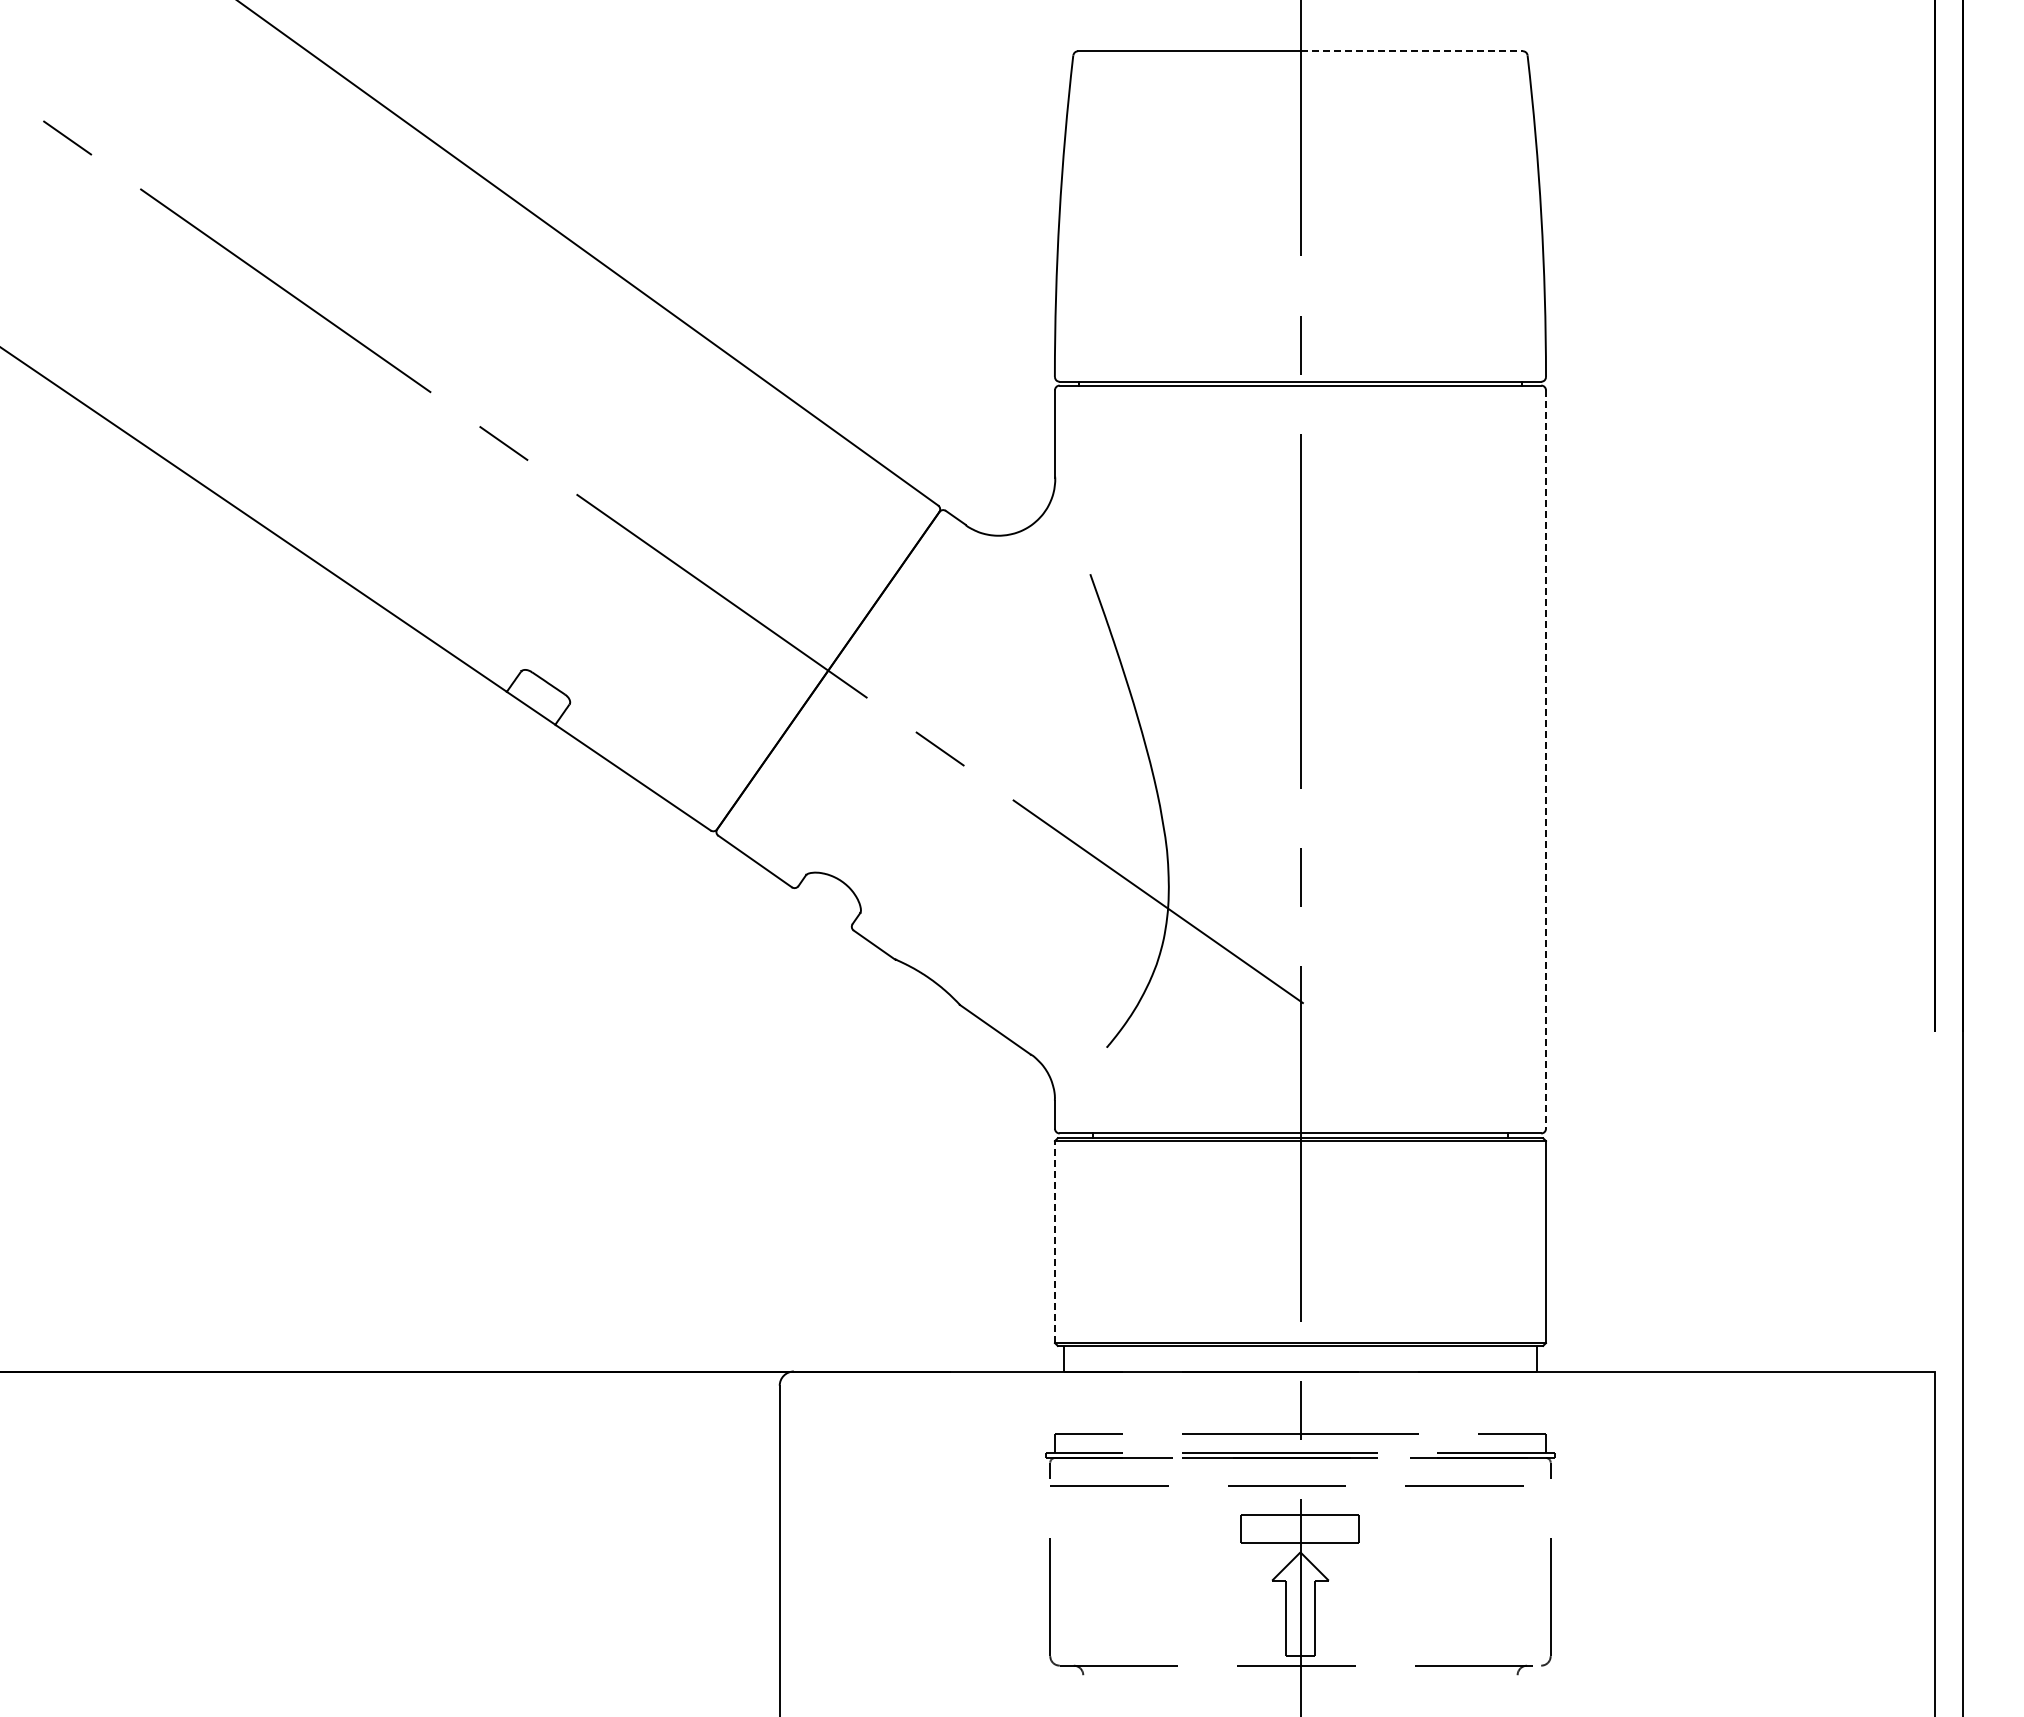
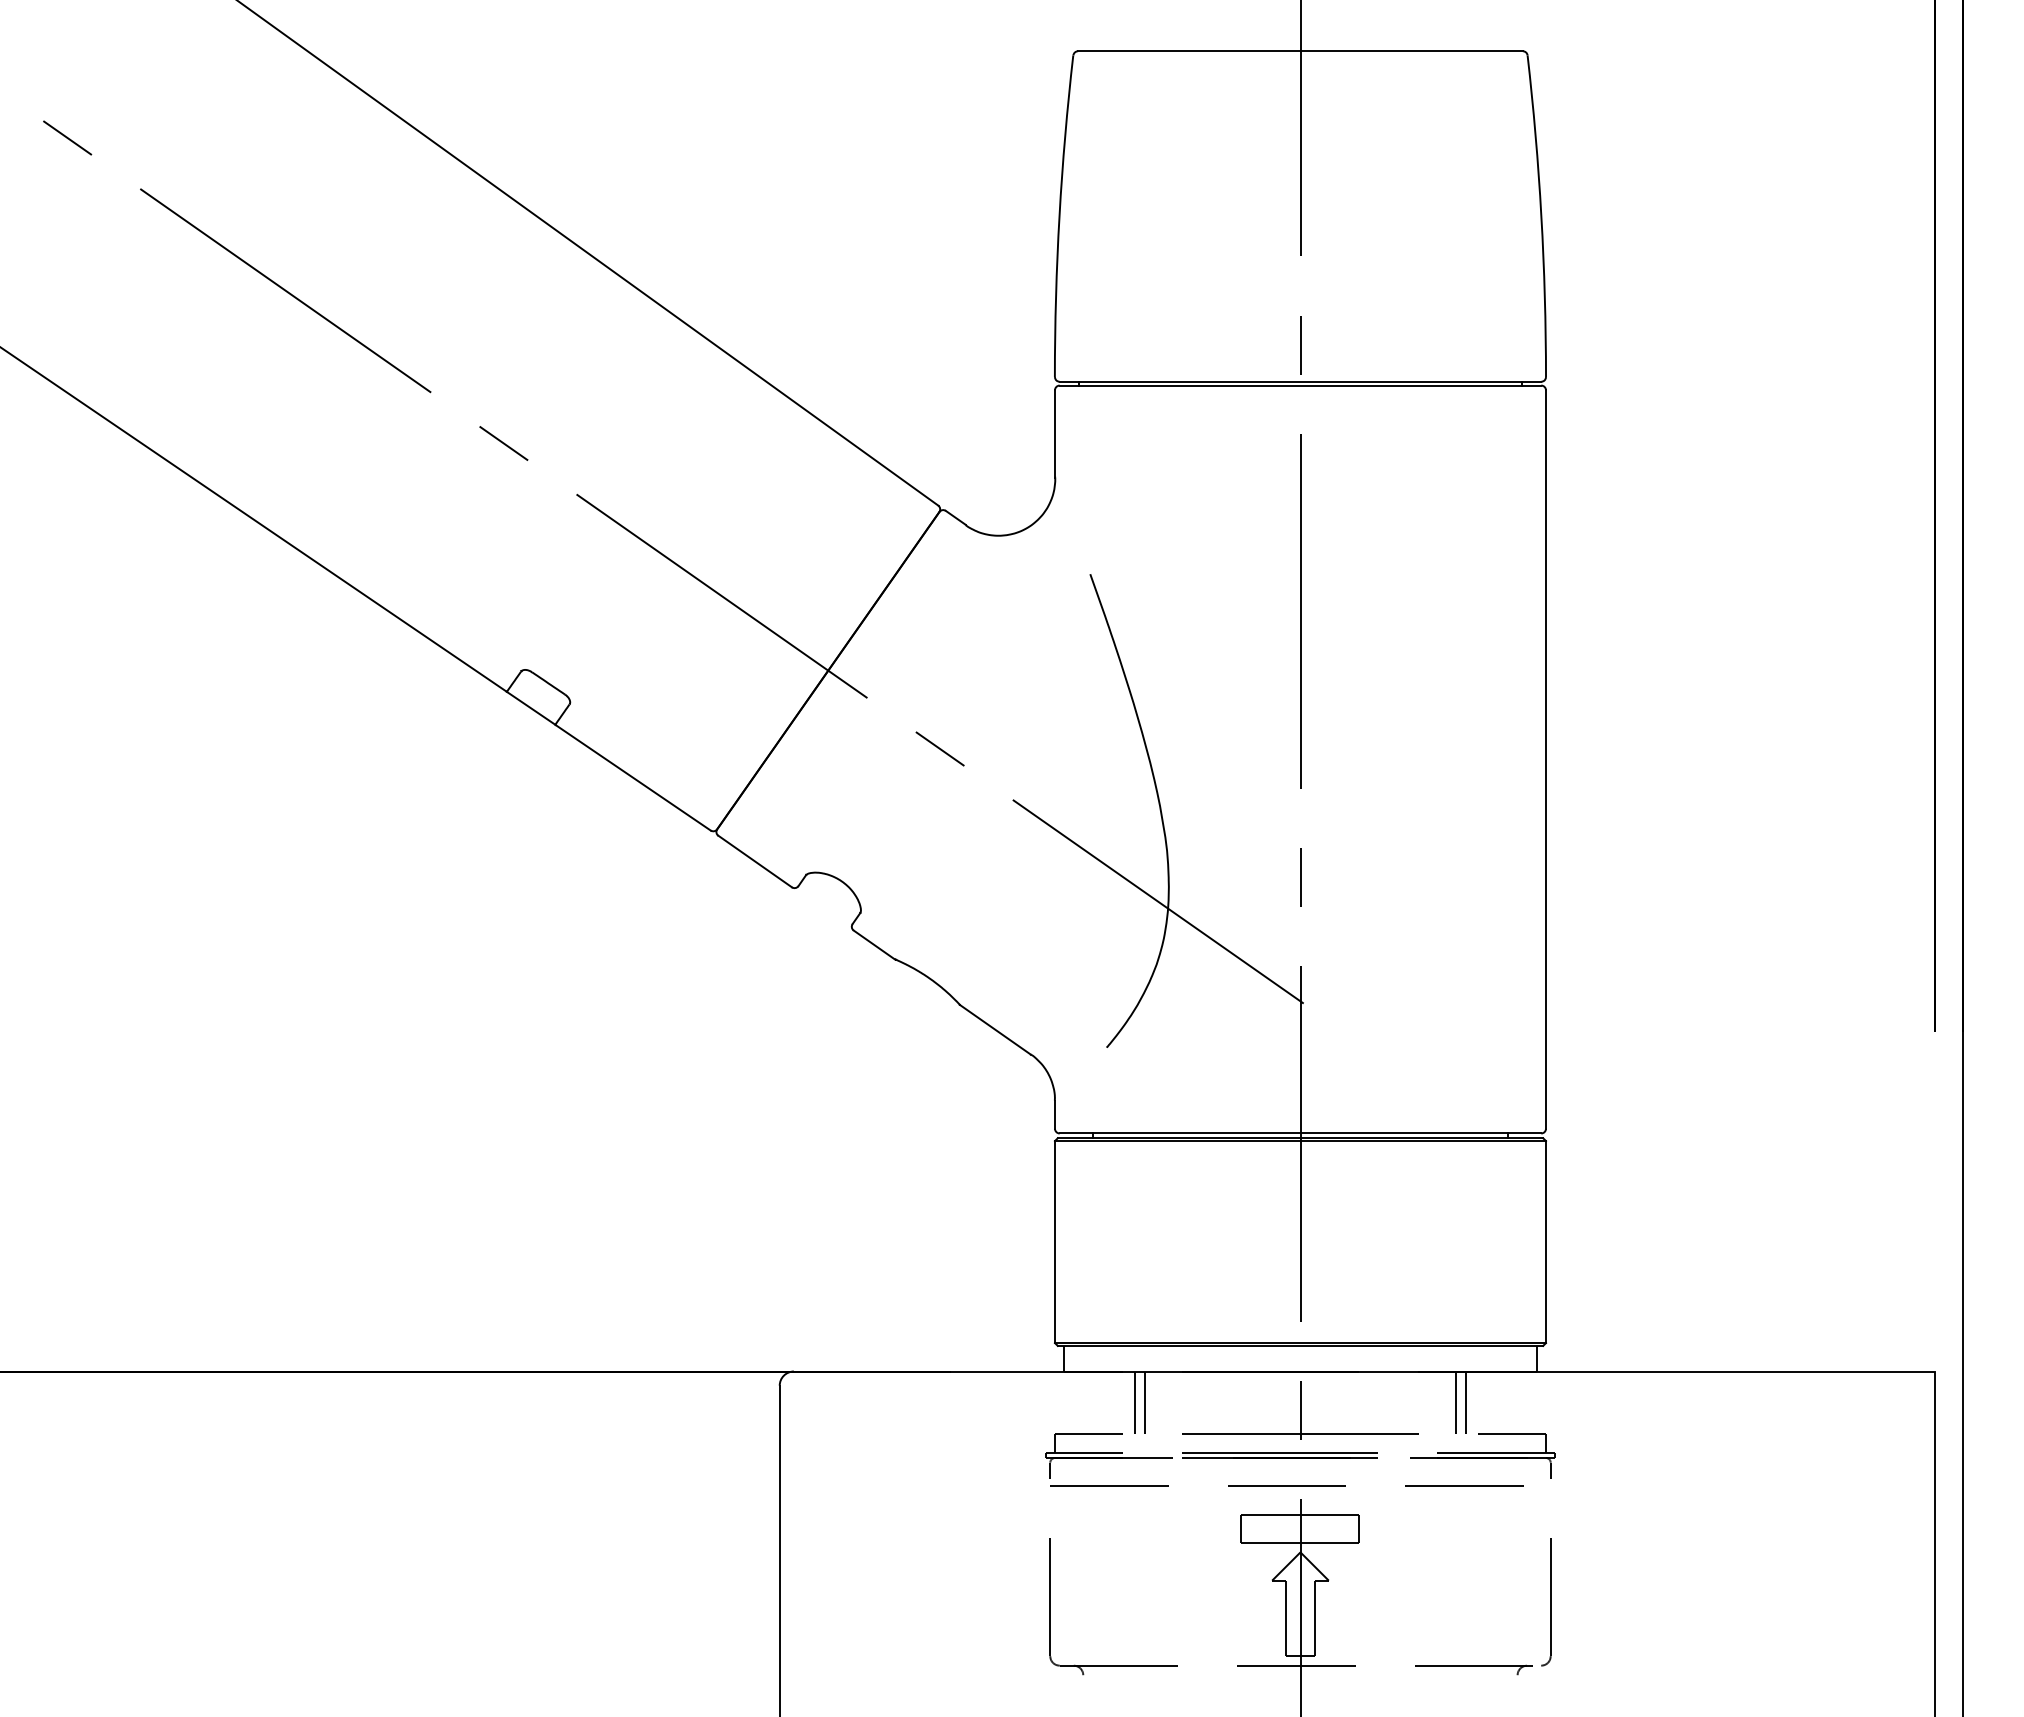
line at (1412, 51): dashed -> solid
line at (1546, 760): dashed -> solid
line at (1054, 1241): dashed -> solid
line at (1135, 1402): none -> present
line at (1144, 1402): none -> present
line at (1456, 1402): none -> present
line at (1465, 1402): none -> present
